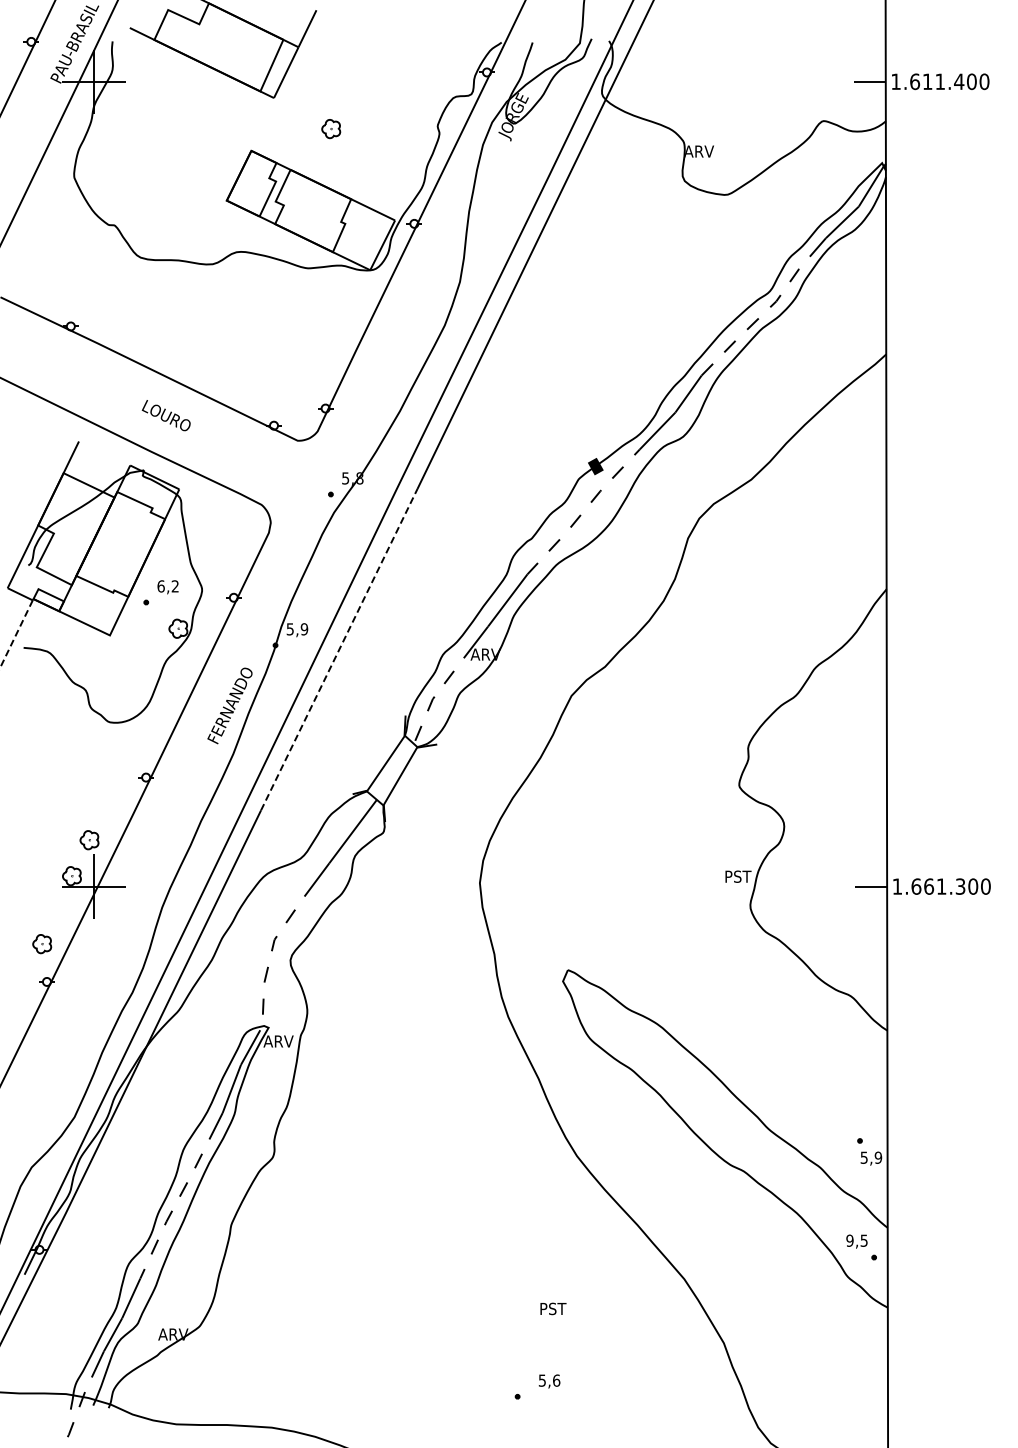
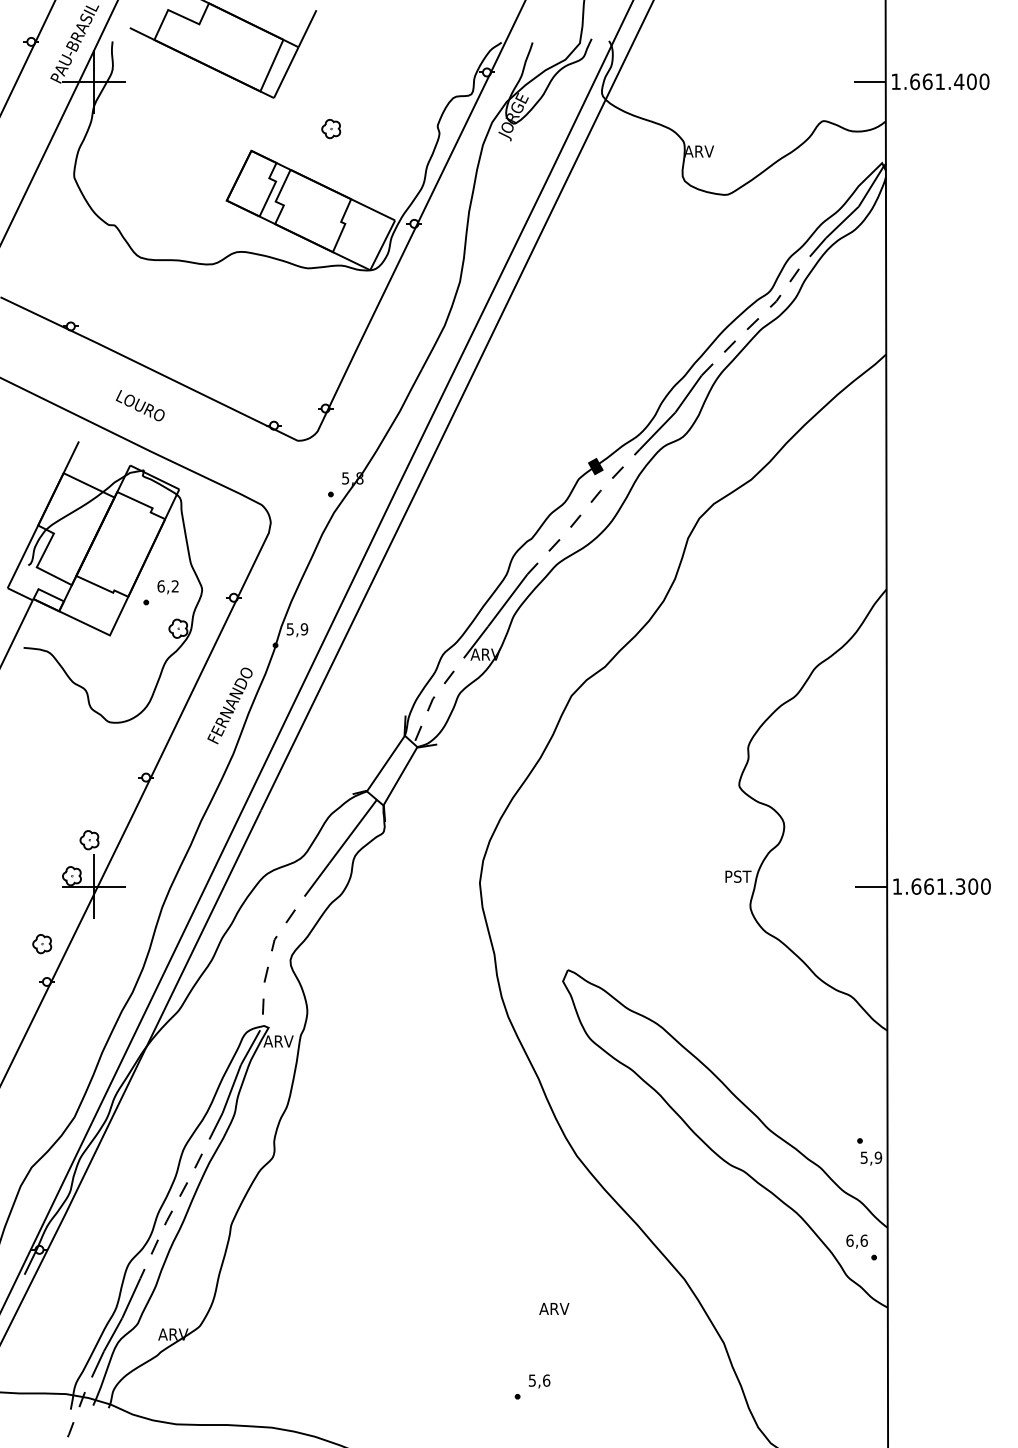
text at (927, 81): 1.611.400 -> 1.661.400
text at (165, 415) position: (165, 415) -> (139, 405)
line at (16, 634): dashed -> solid
line at (339, 649): dashed -> solid
text at (856, 1240): 9,5 -> 6,6
text at (554, 1308): PST -> ARV
text at (549, 1381) position: (549, 1381) -> (539, 1381)
